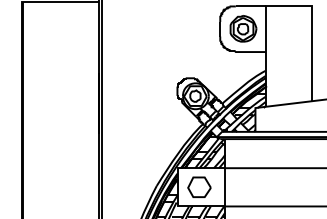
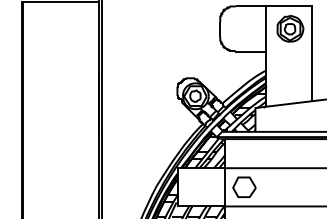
part at (243, 28) position: (243, 28) -> (290, 28)
part at (199, 186) position: (199, 186) -> (244, 186)
